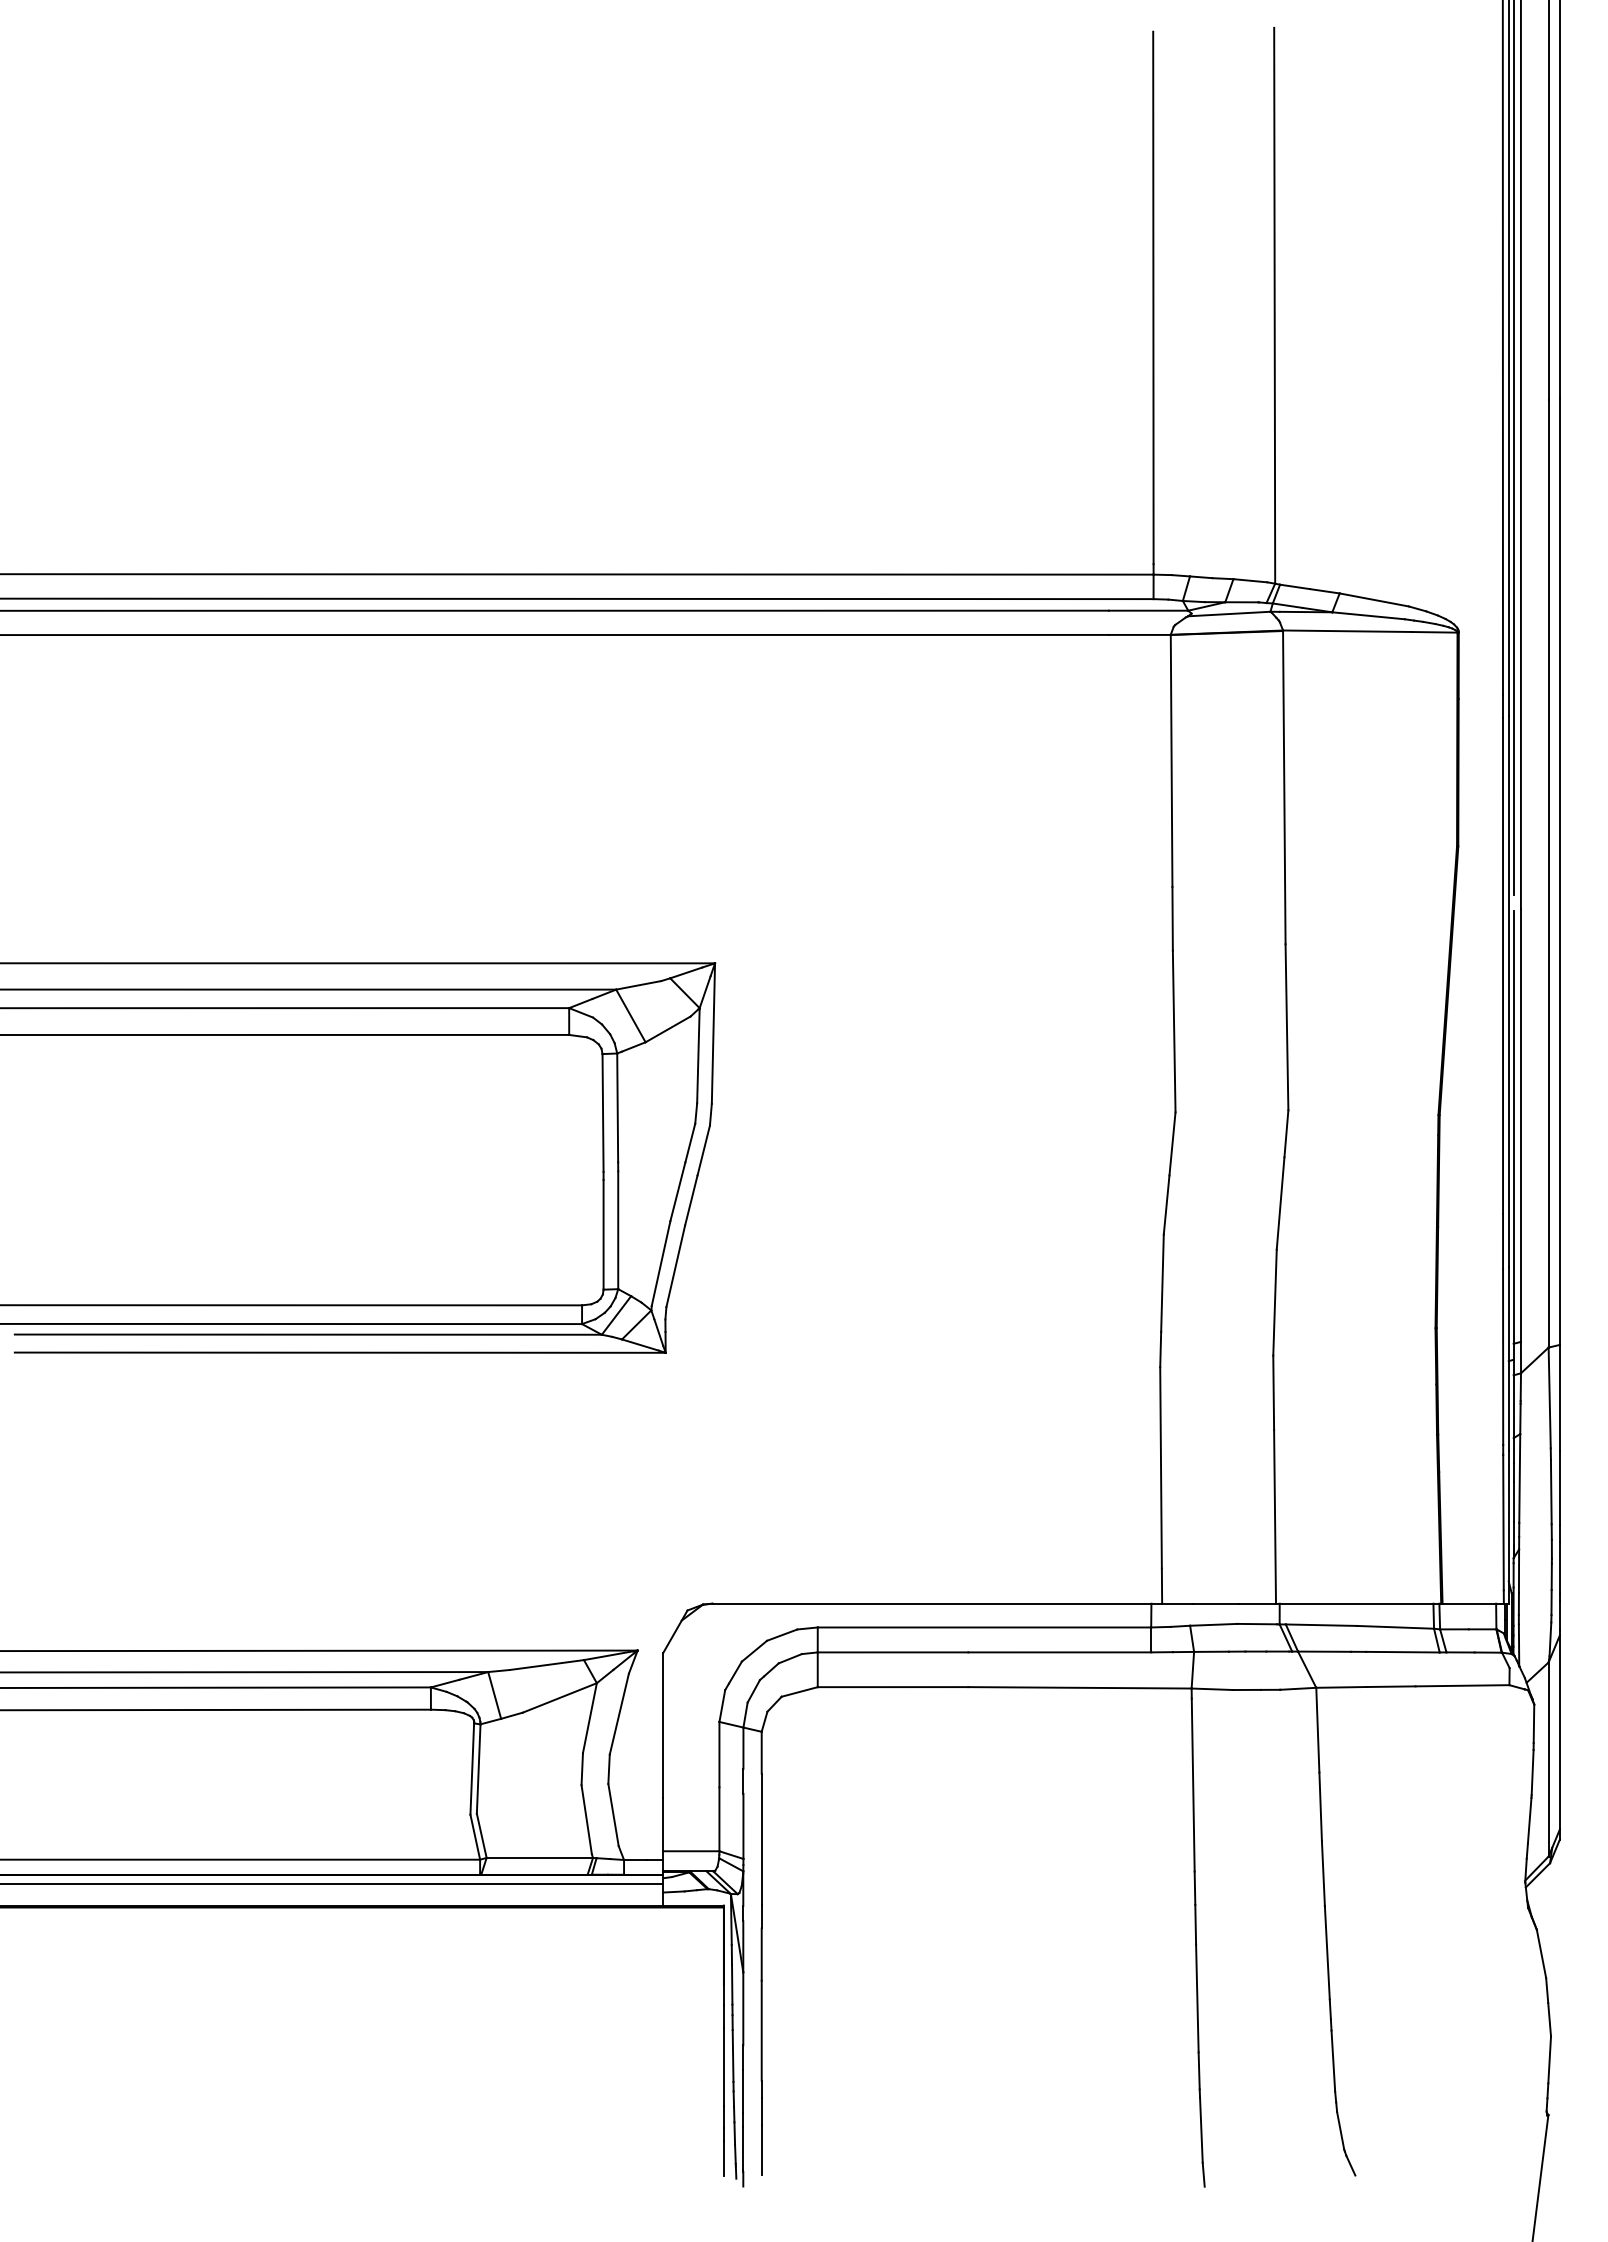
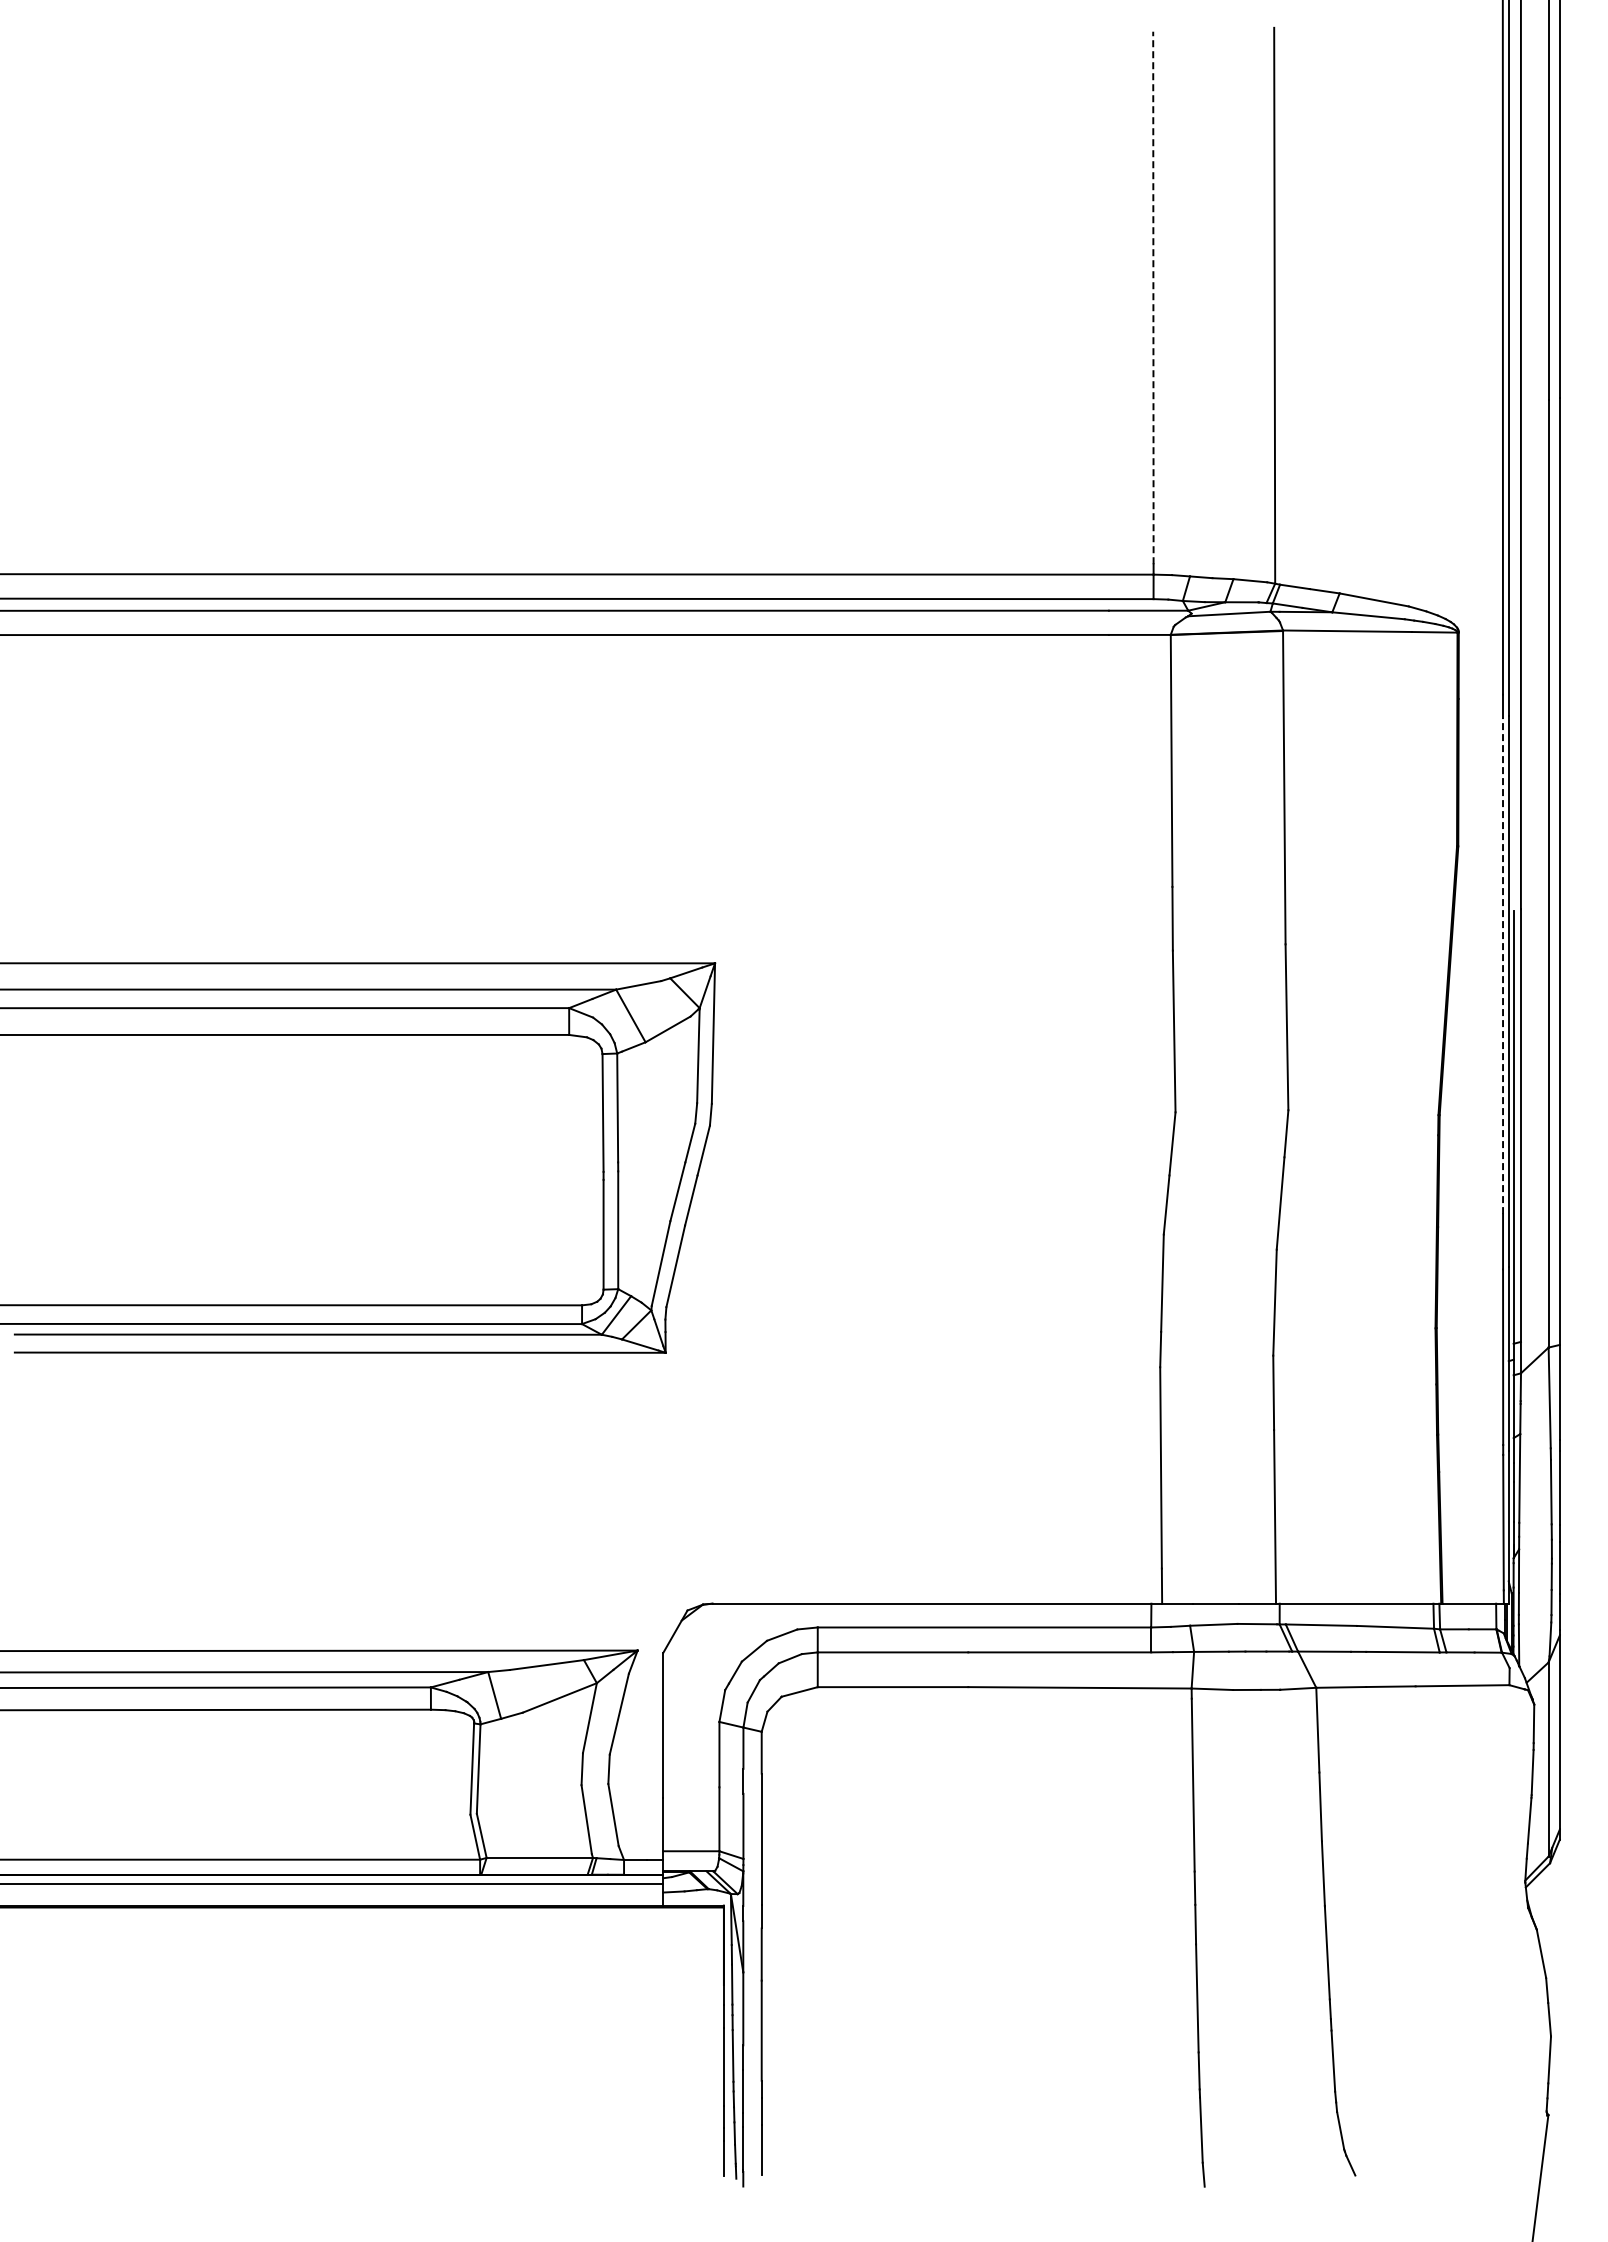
line at (1153, 297): solid -> dashed
line at (1513, 448): present -> none
line at (1503, 965): solid -> dashed
